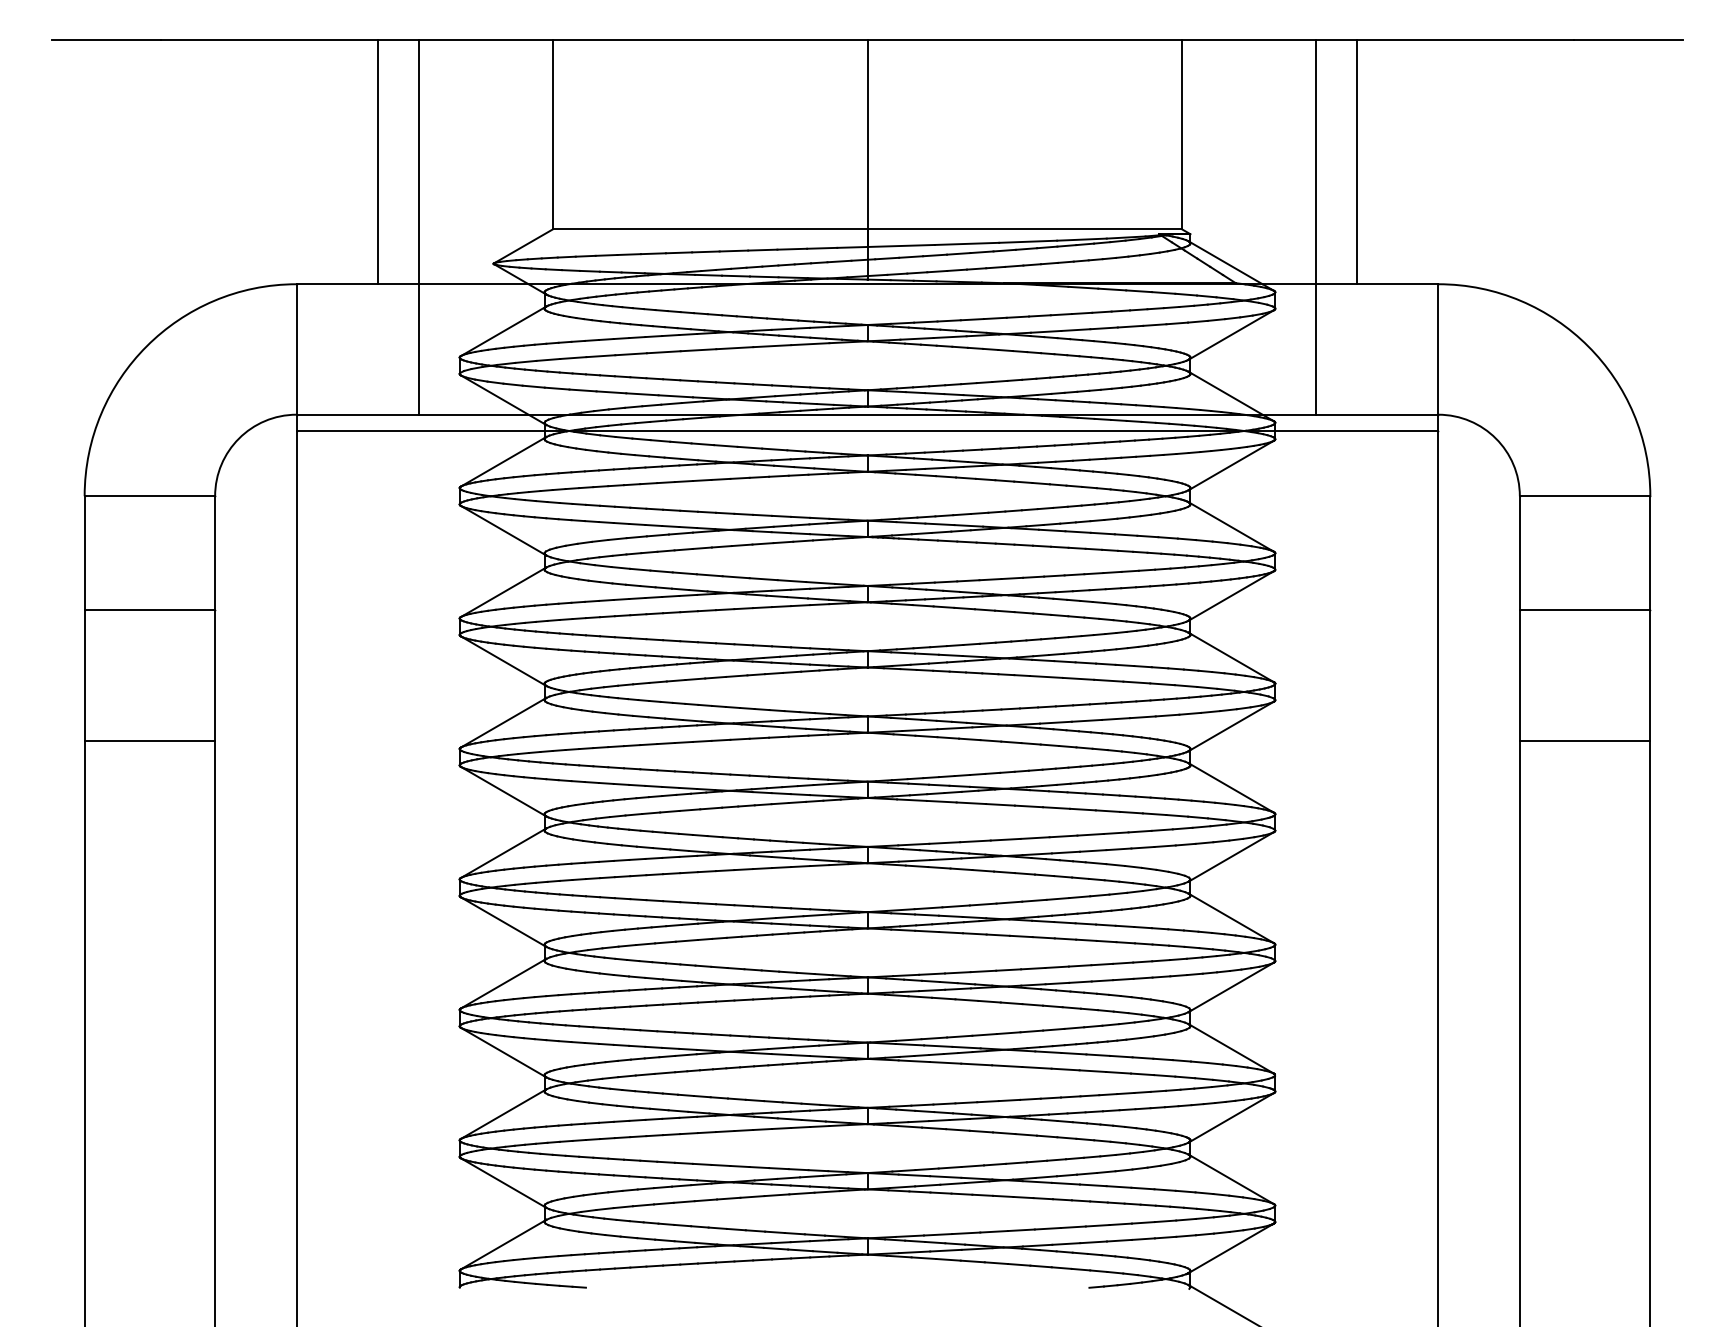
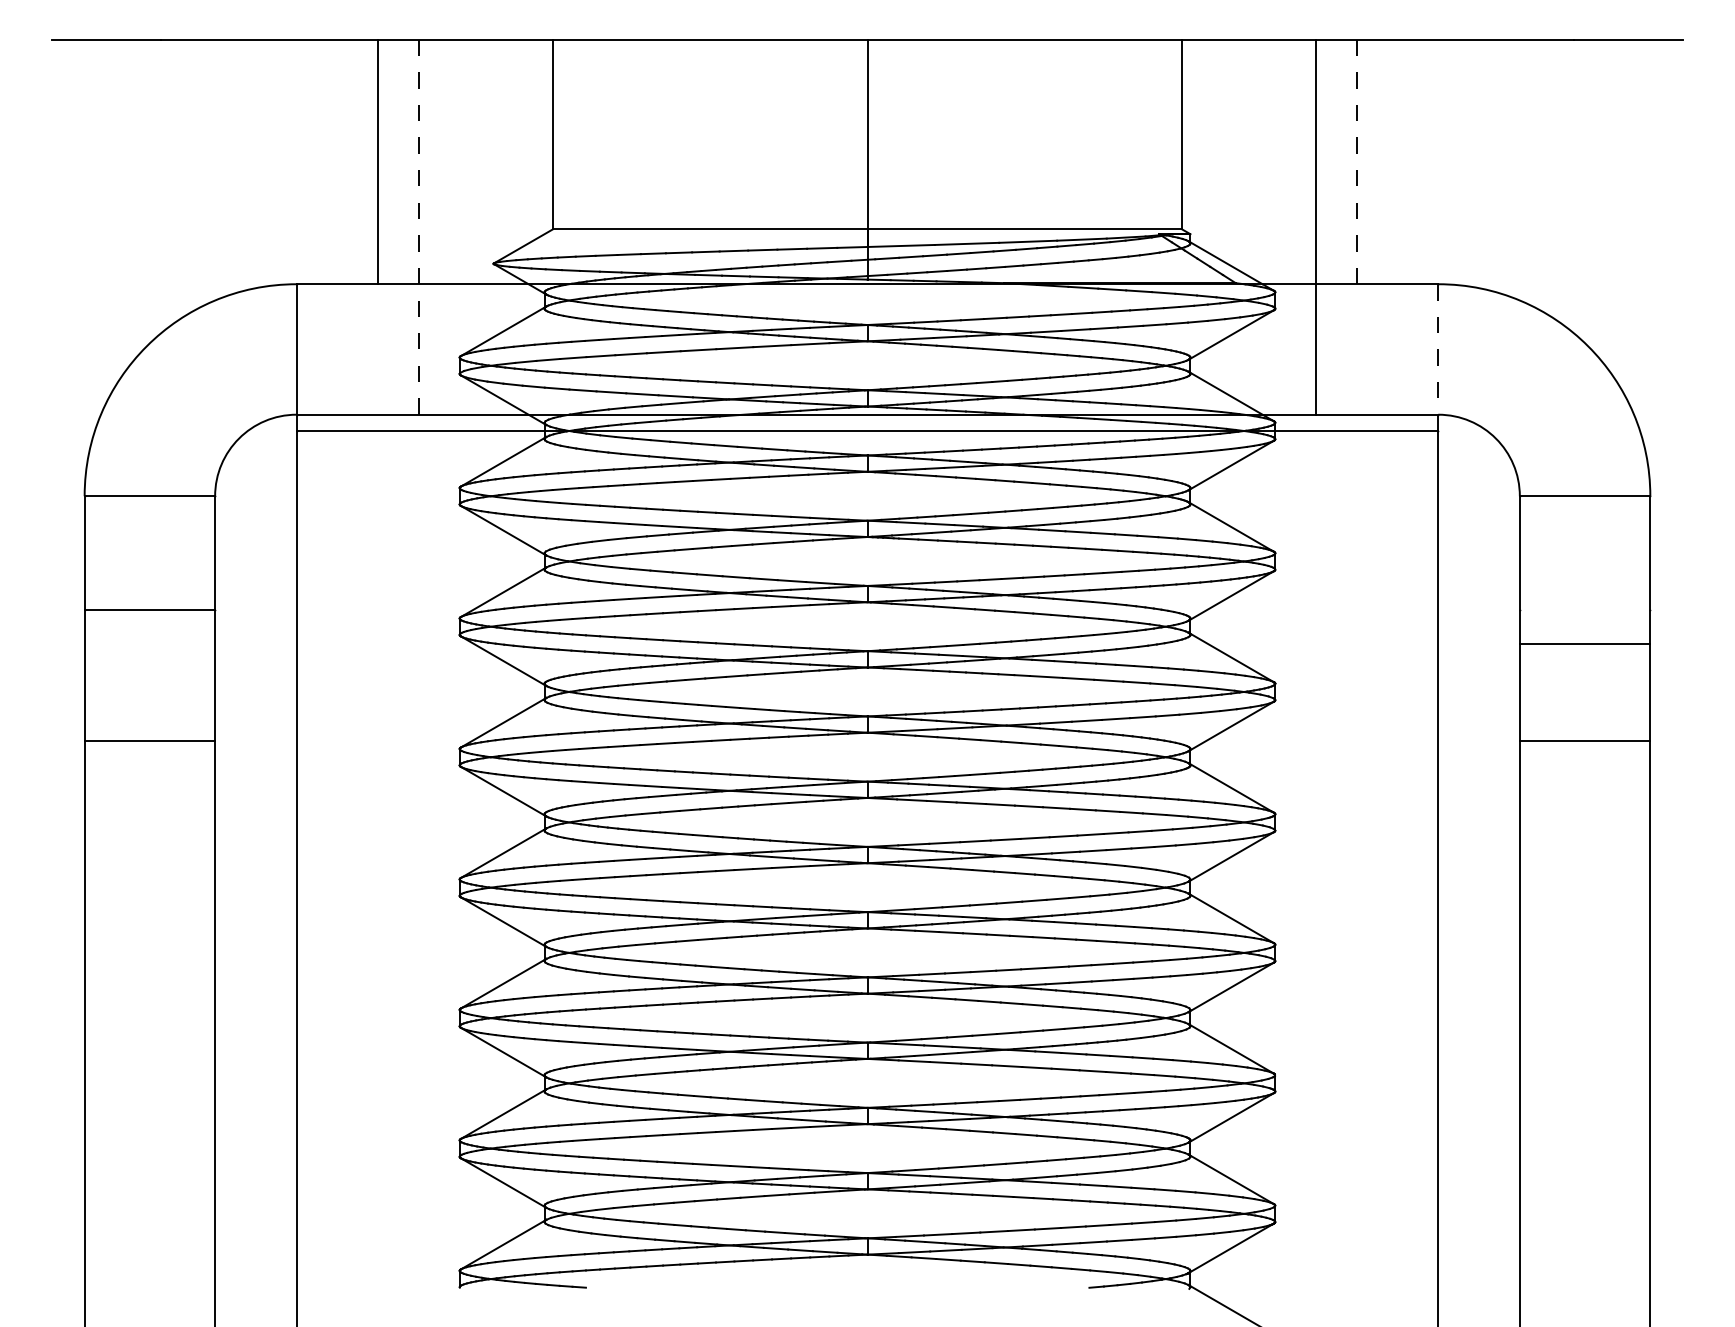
line at (1356, 162): solid -> dashed
line at (419, 227): solid -> dashed
line at (1438, 358): solid -> dashed
line at (1584, 610) position: (1584, 610) -> (1584, 644)
